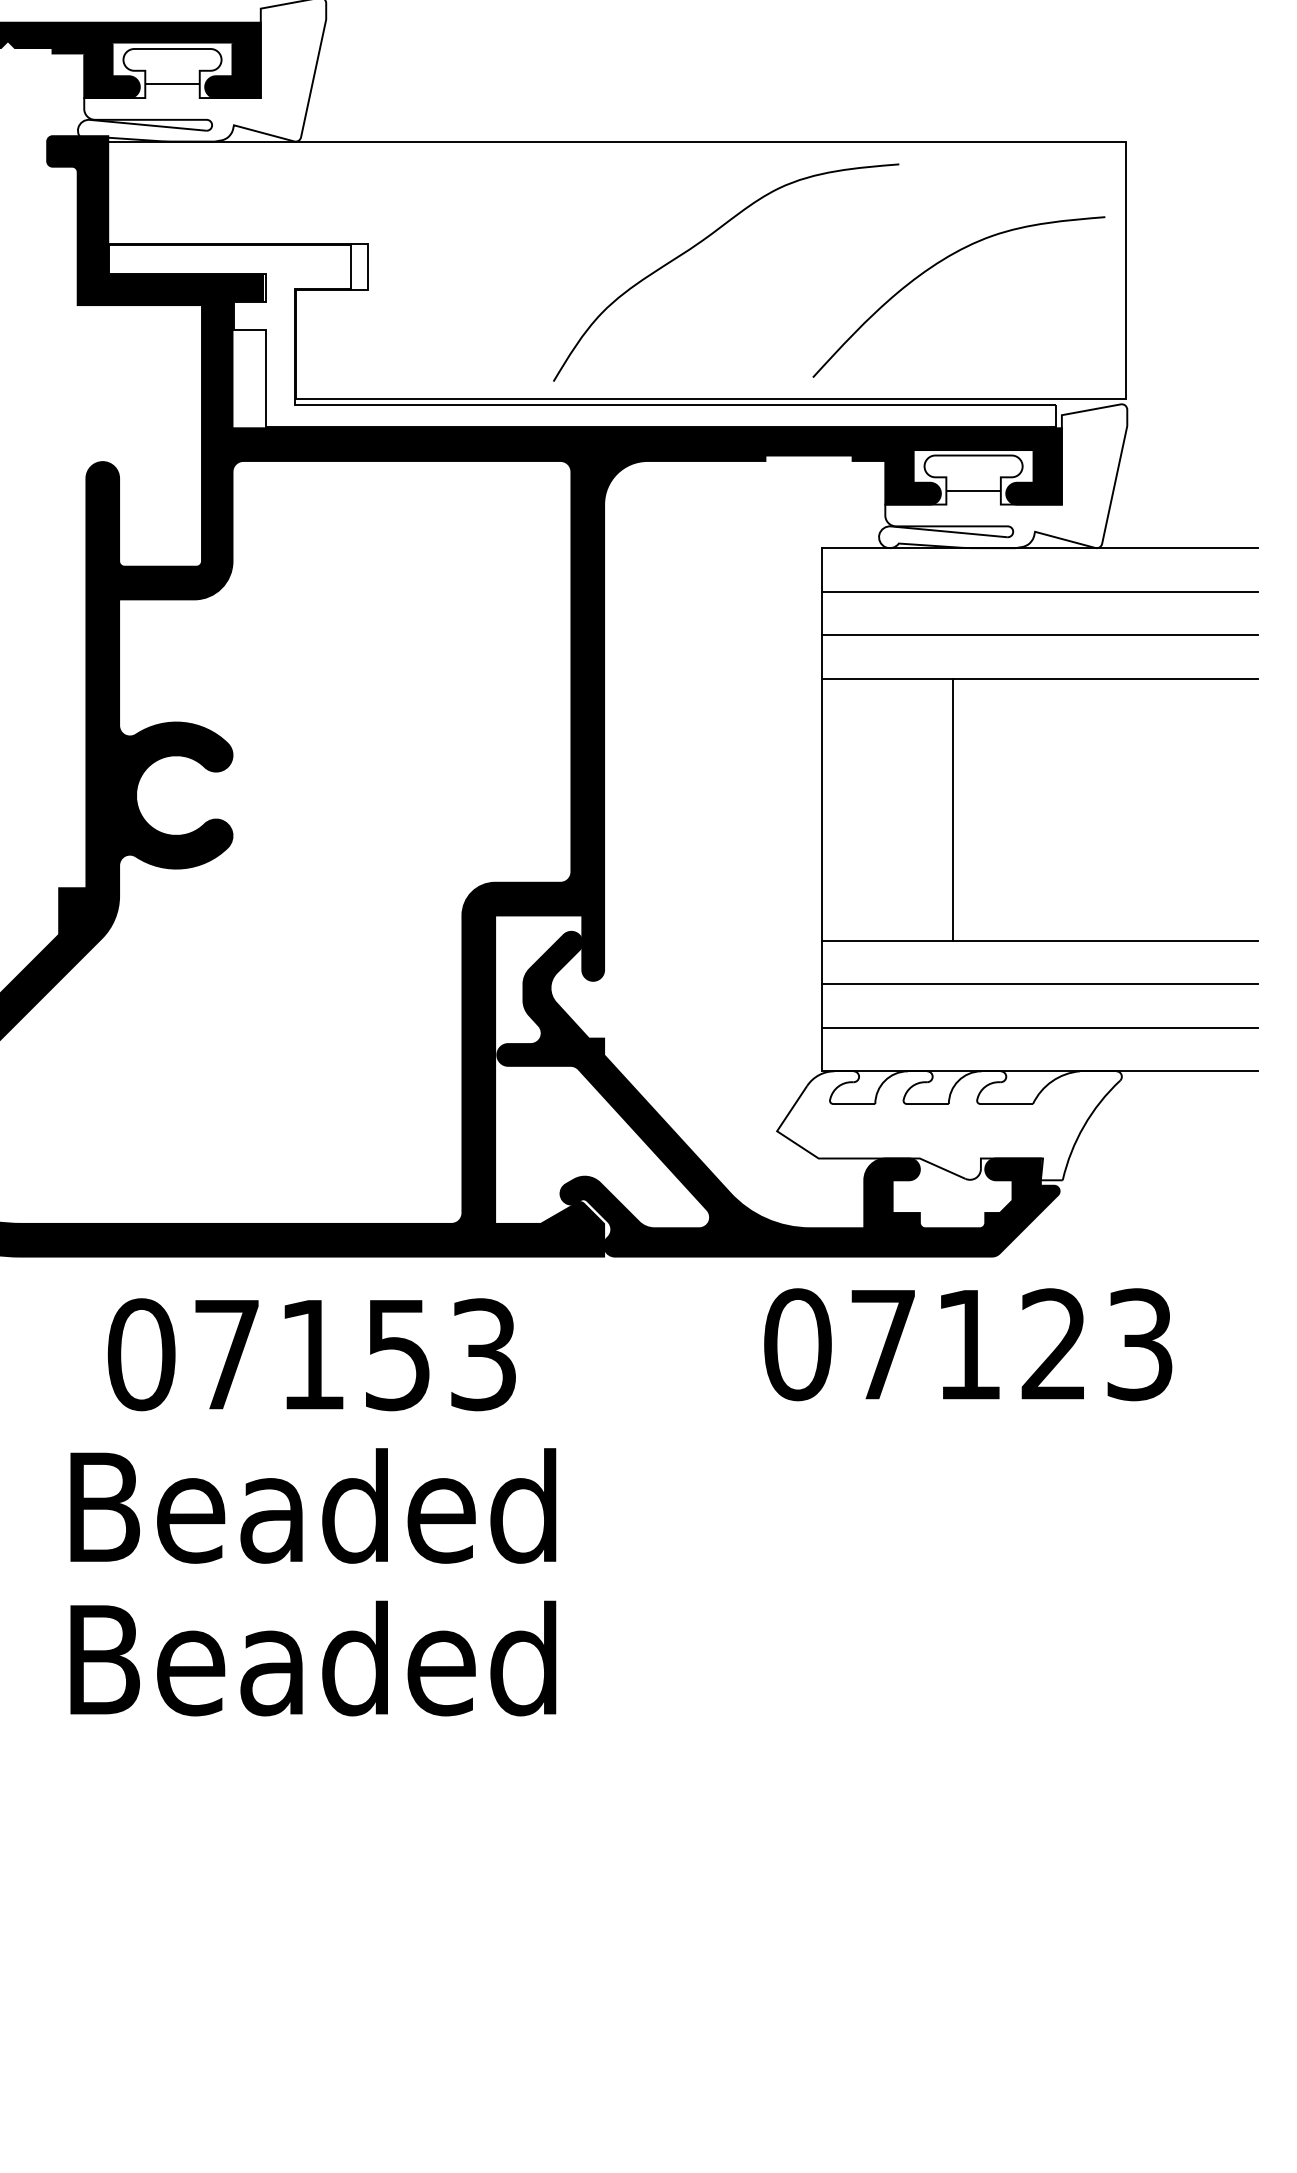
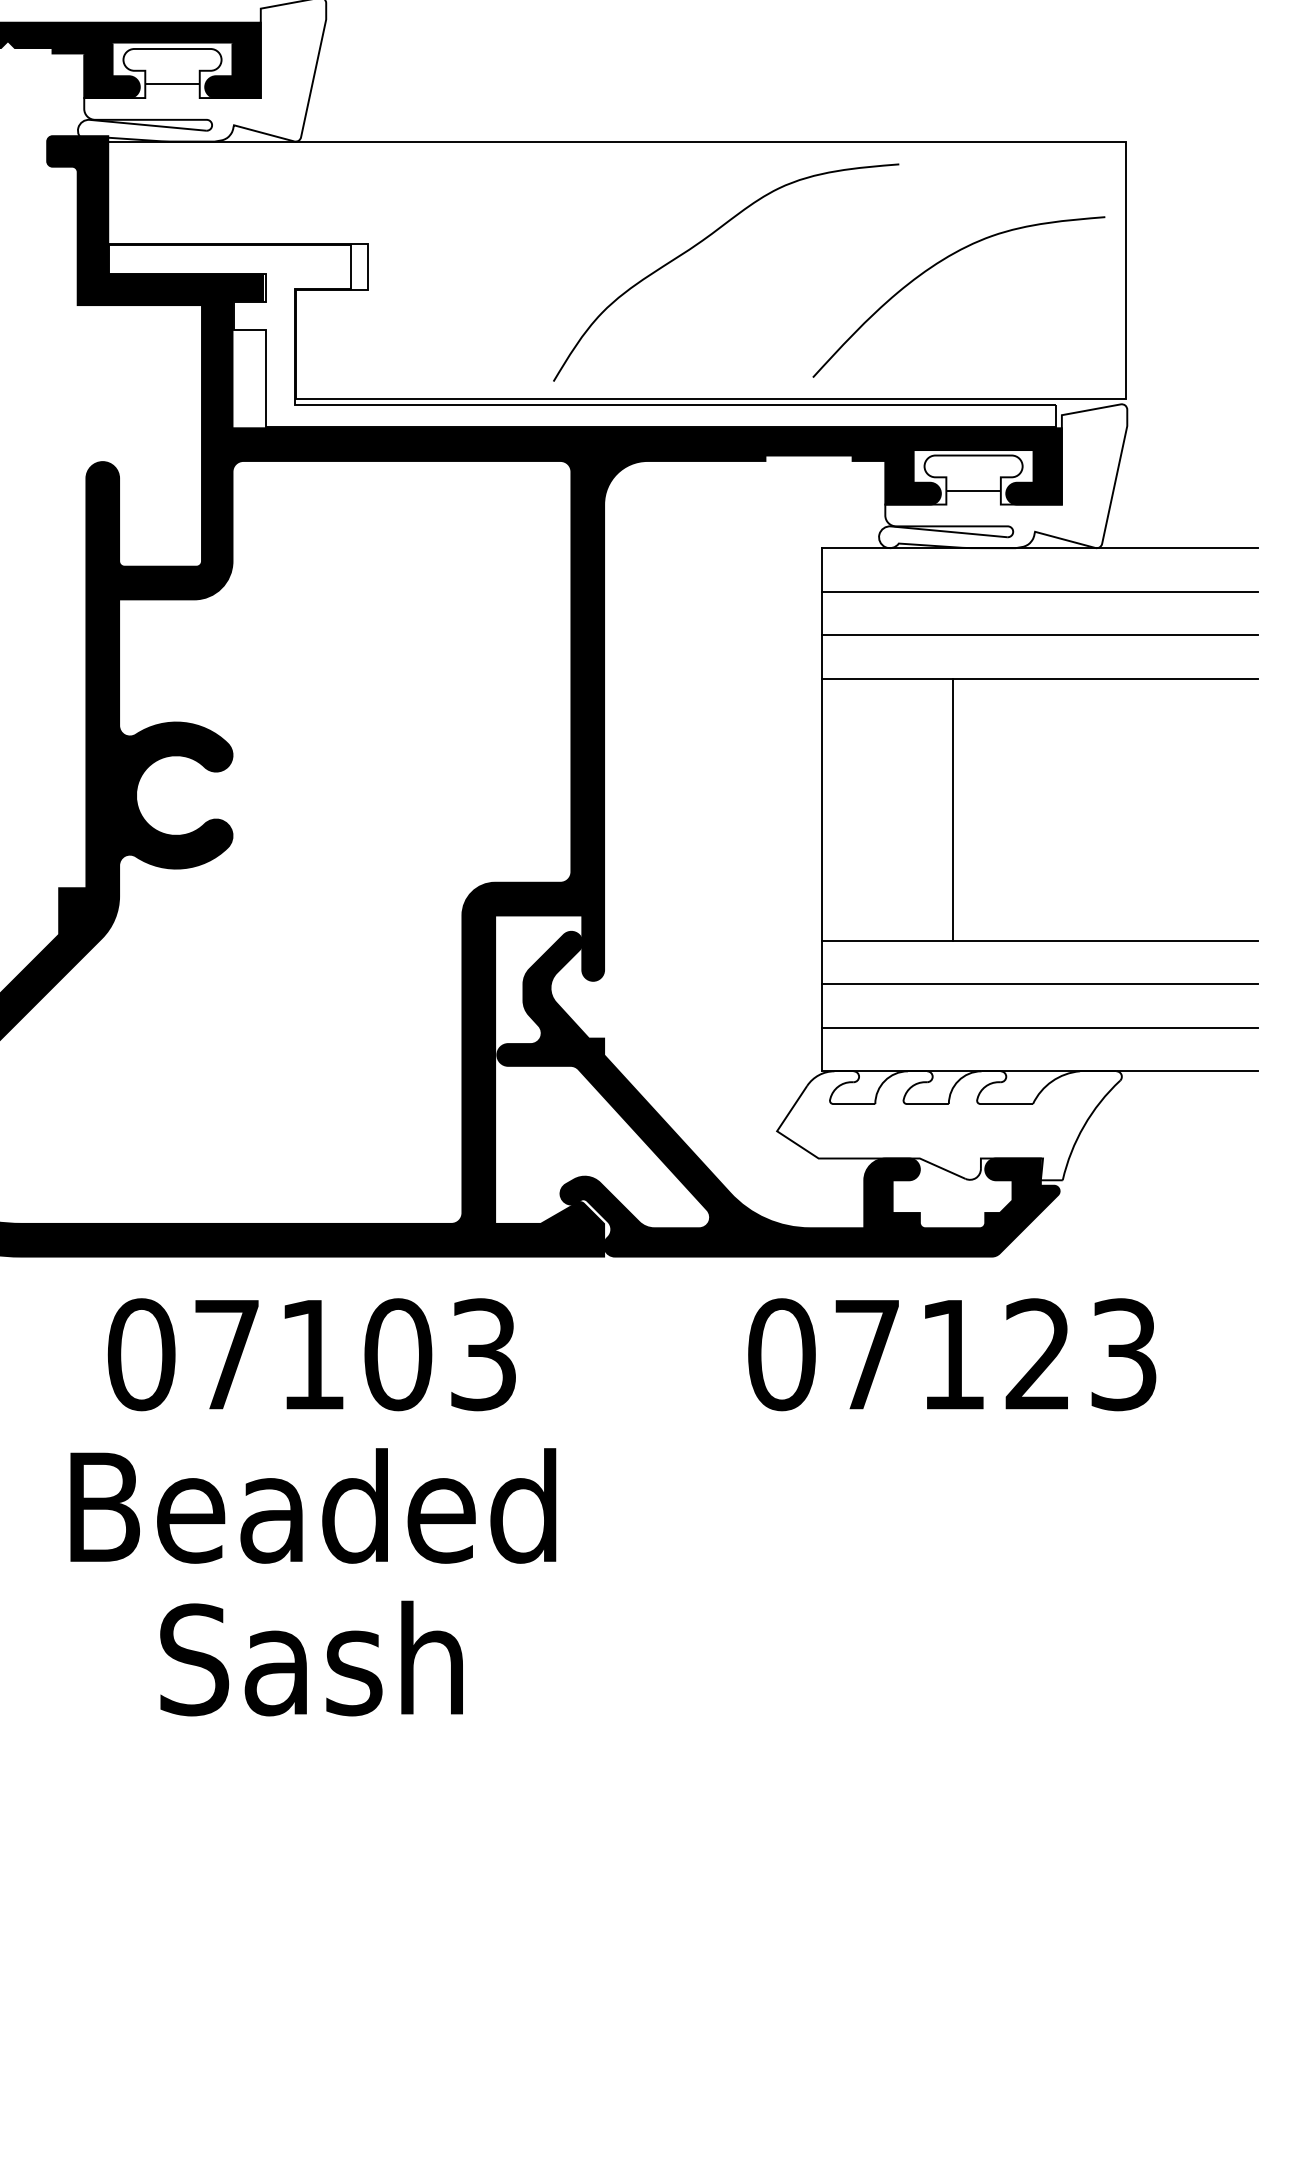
text at (968, 1344) position: (968, 1344) -> (952, 1354)
text at (398, 1354): 07153 -> 07103
text at (313, 1658): Beaded -> Sash
